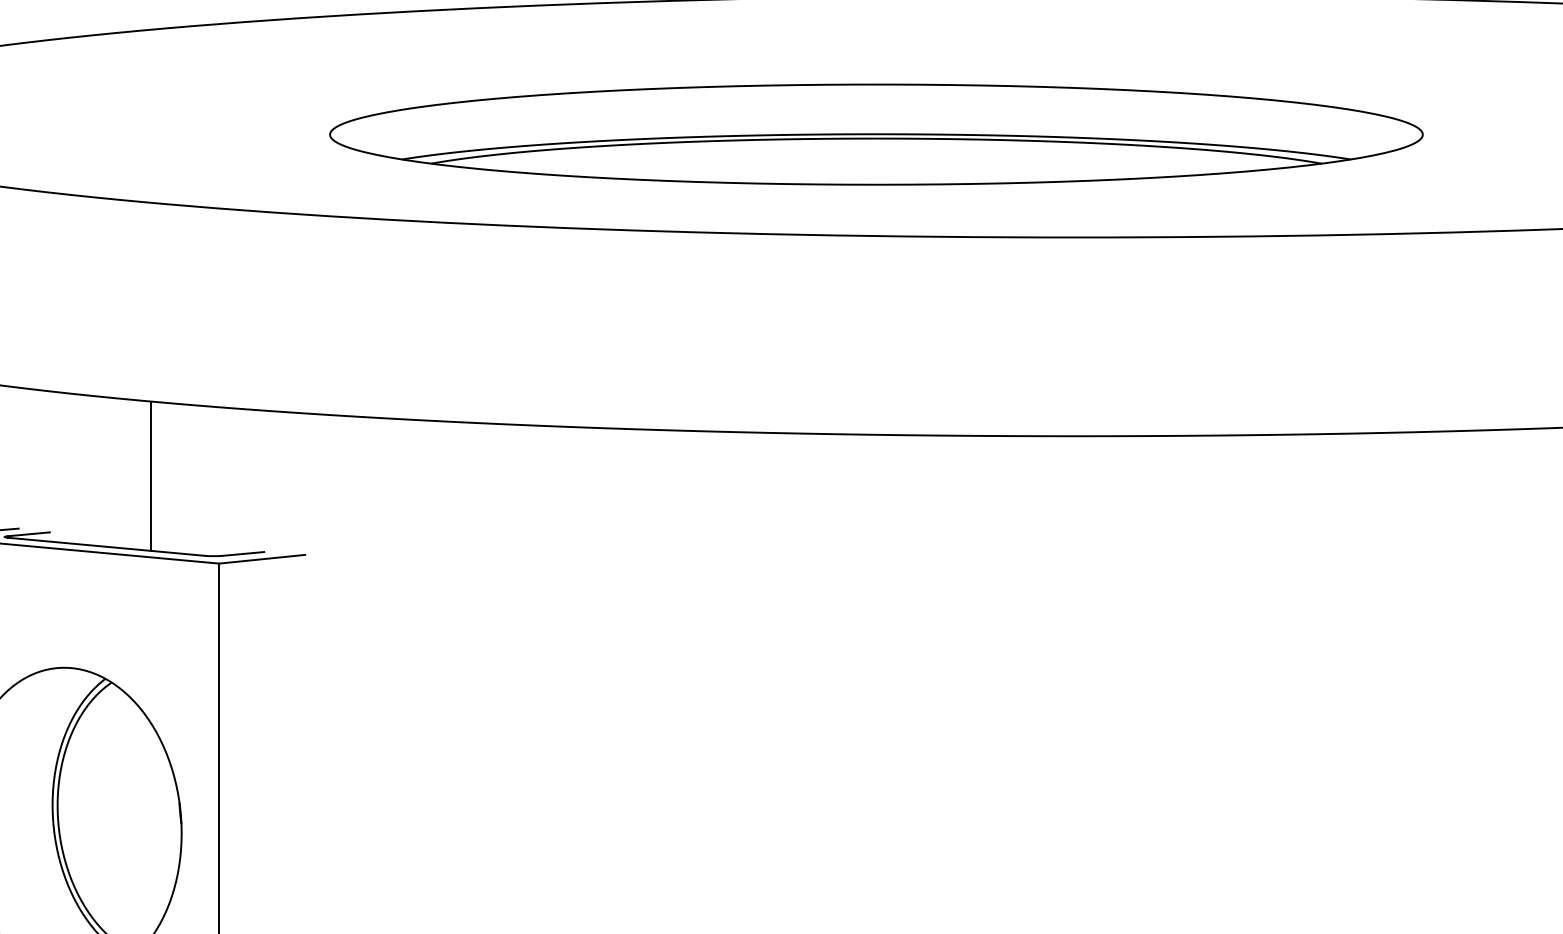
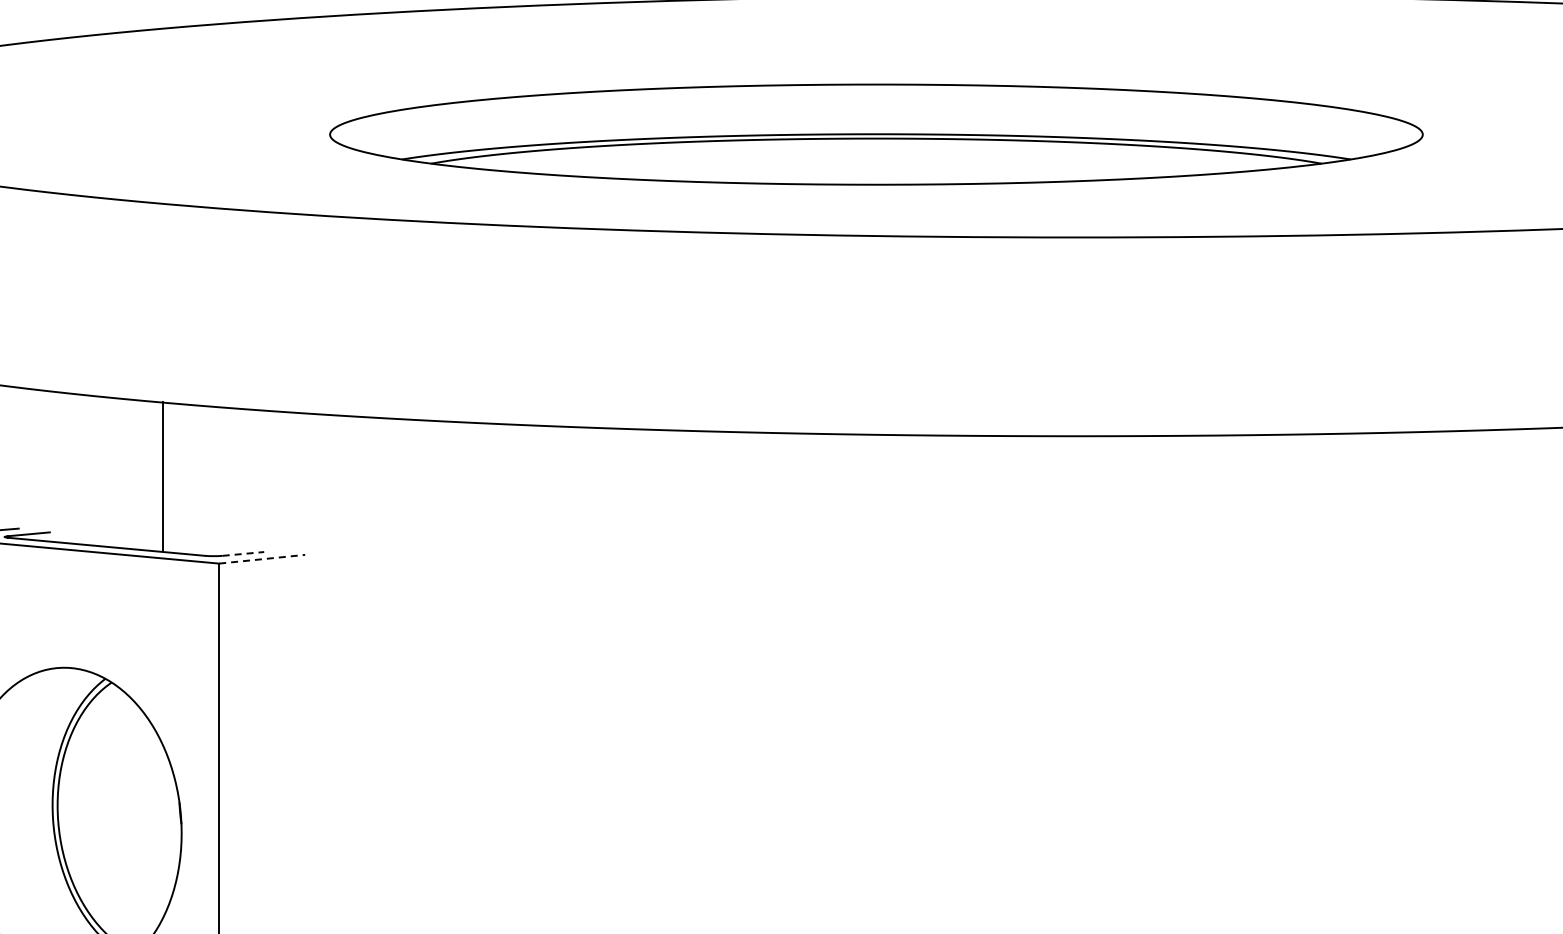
line at (150, 475) position: (150, 475) -> (162, 475)
line at (243, 553): solid -> dashed
line at (262, 559): solid -> dashed
